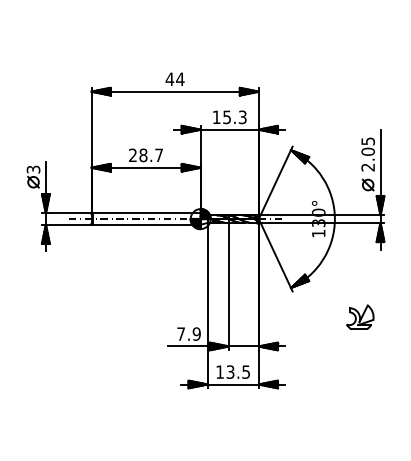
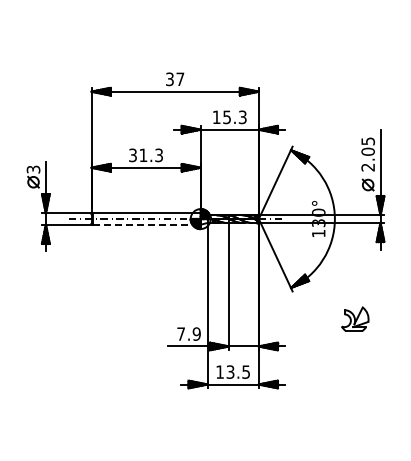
text at (174, 79): 44 -> 37
text at (145, 155): 28.7 -> 31.3
line at (146, 224): solid -> dashed
part at (360, 316) position: (360, 316) -> (355, 318)
